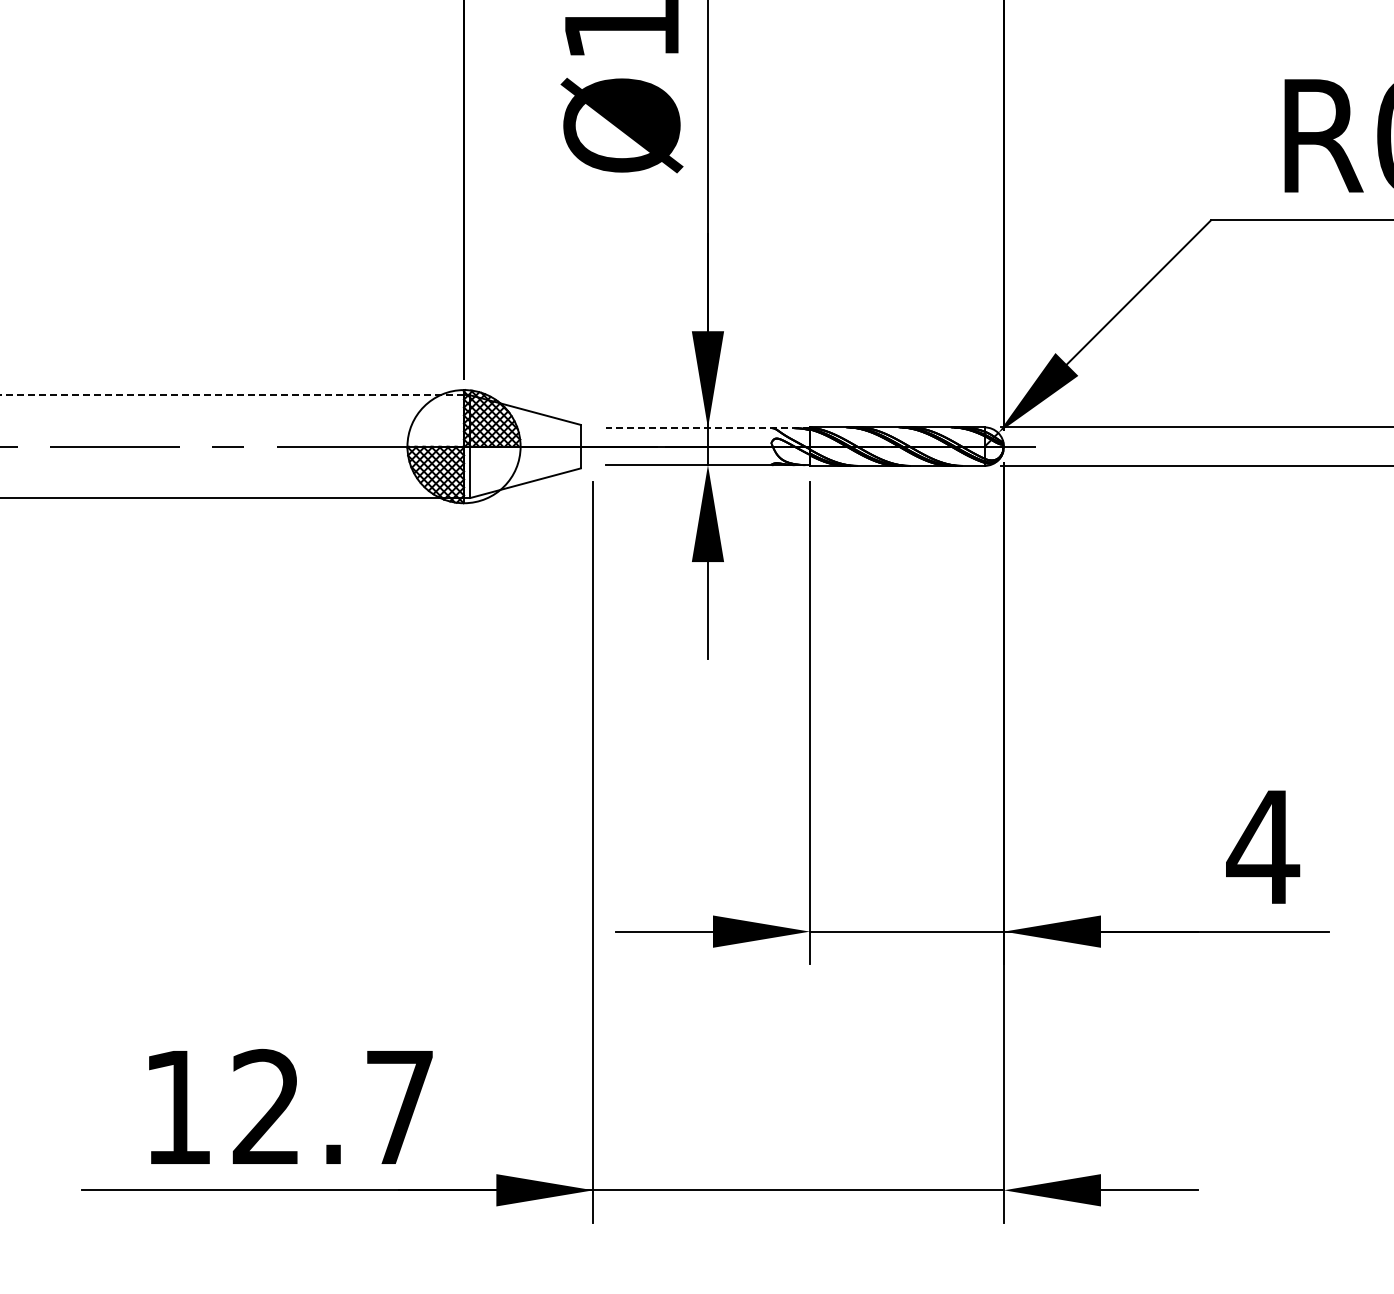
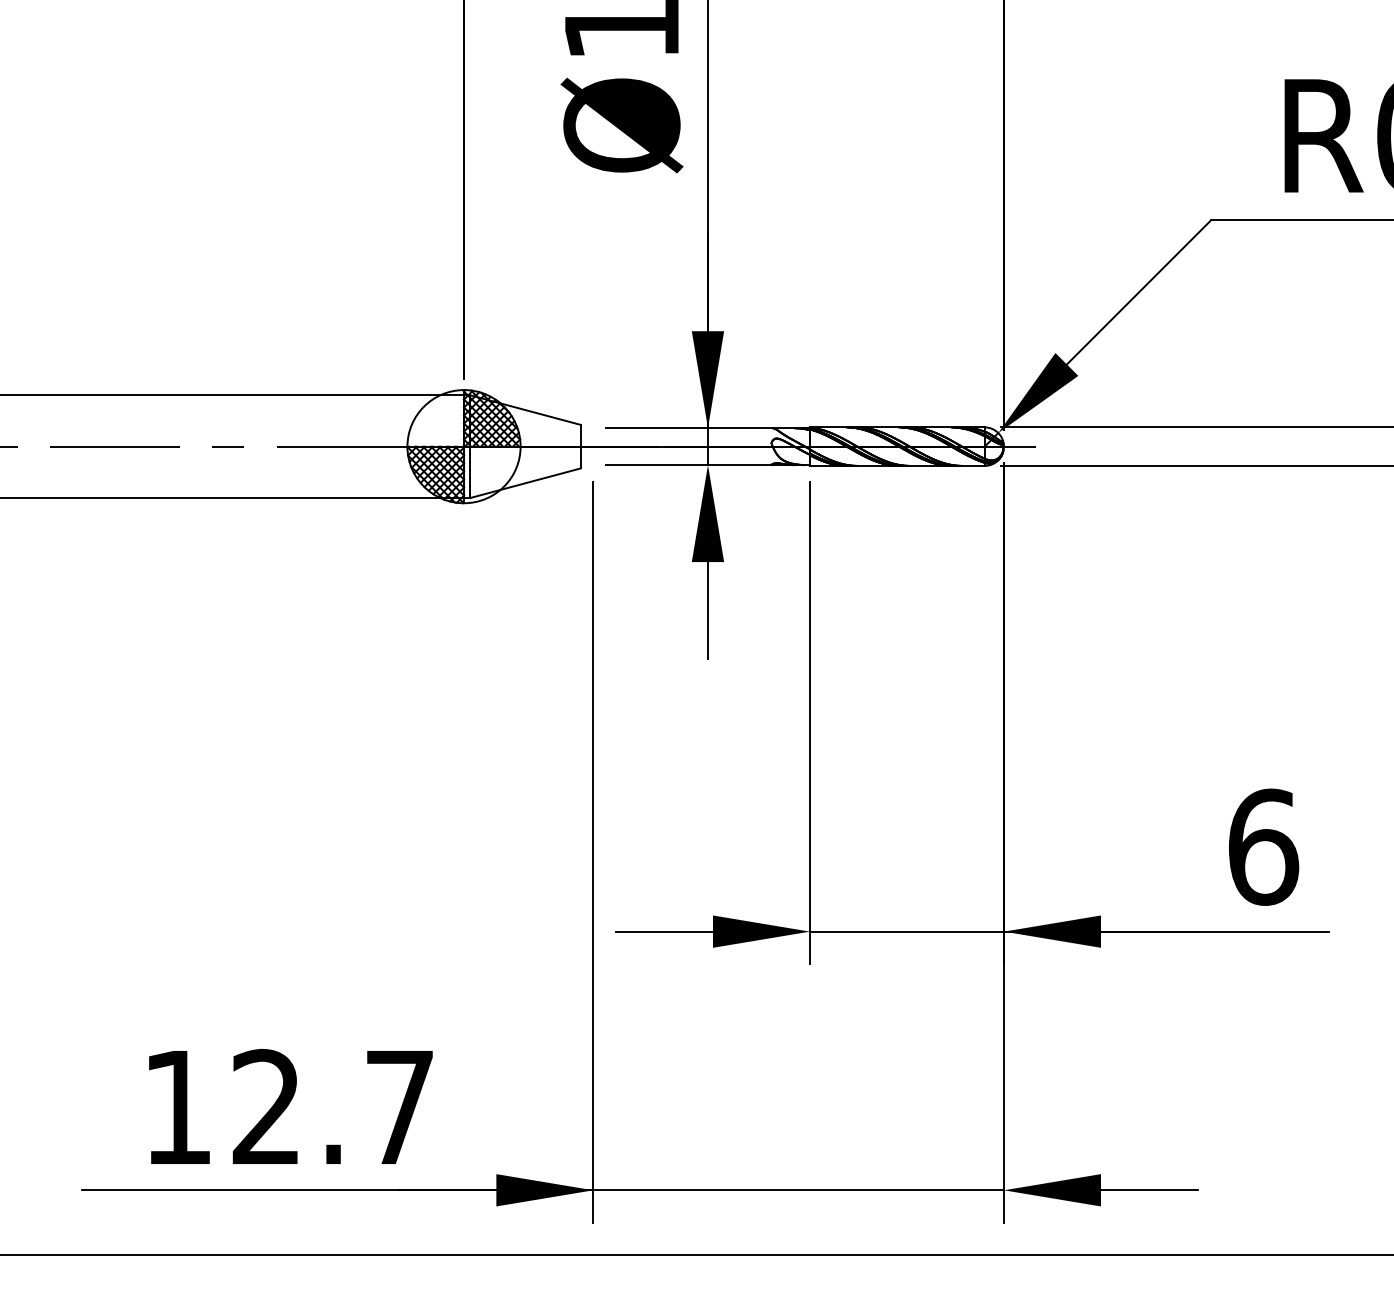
line at (232, 395): dashed -> solid
line at (707, 428): dashed -> solid
text at (1263, 846): 4 -> 6
line at (696, 1254): none -> present
